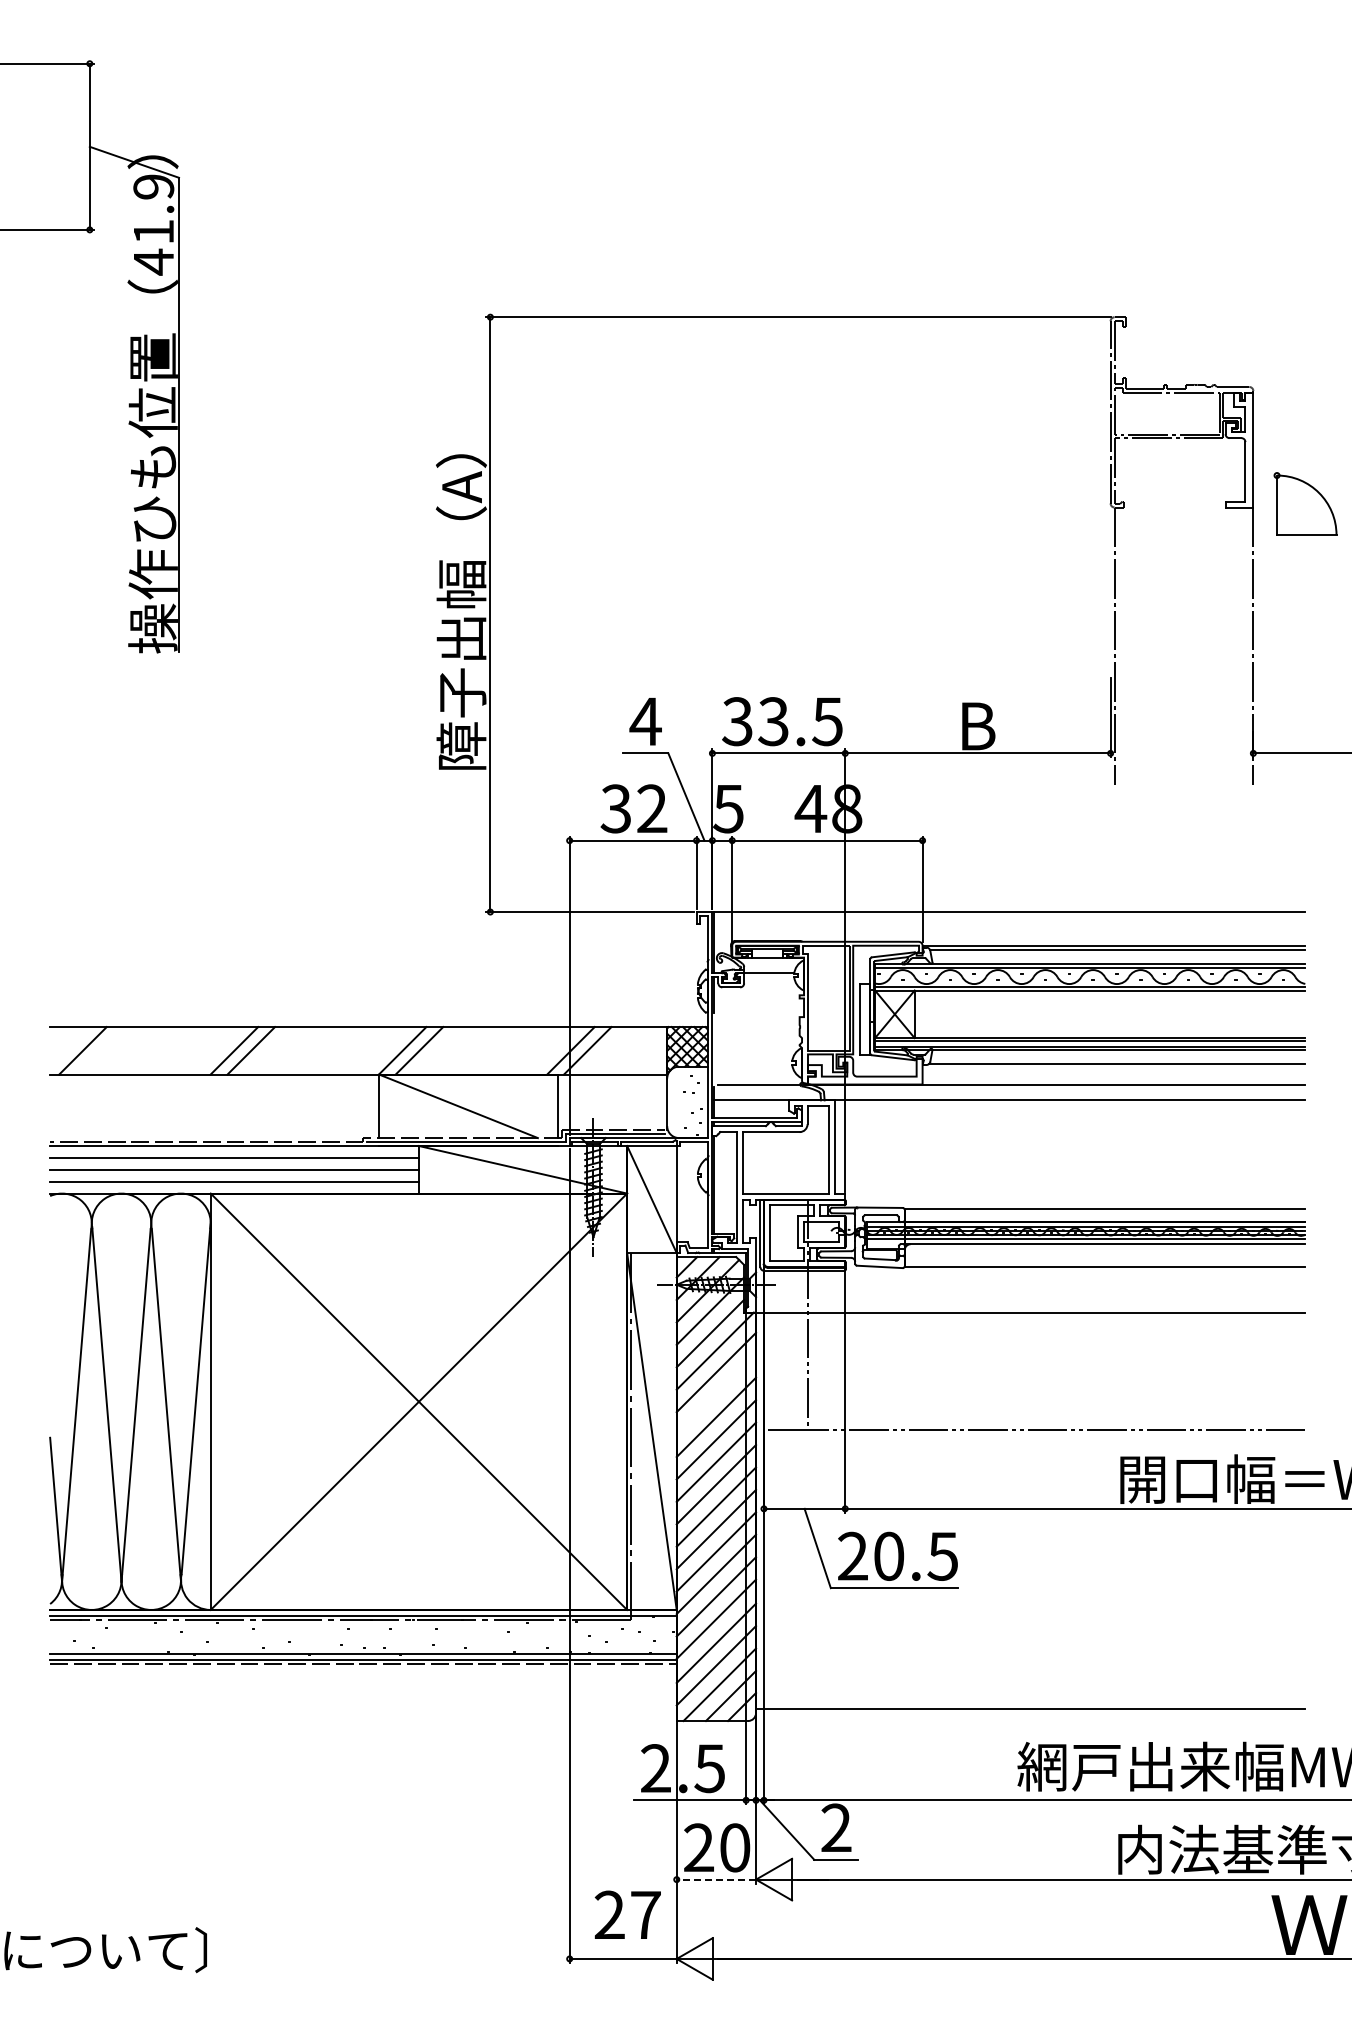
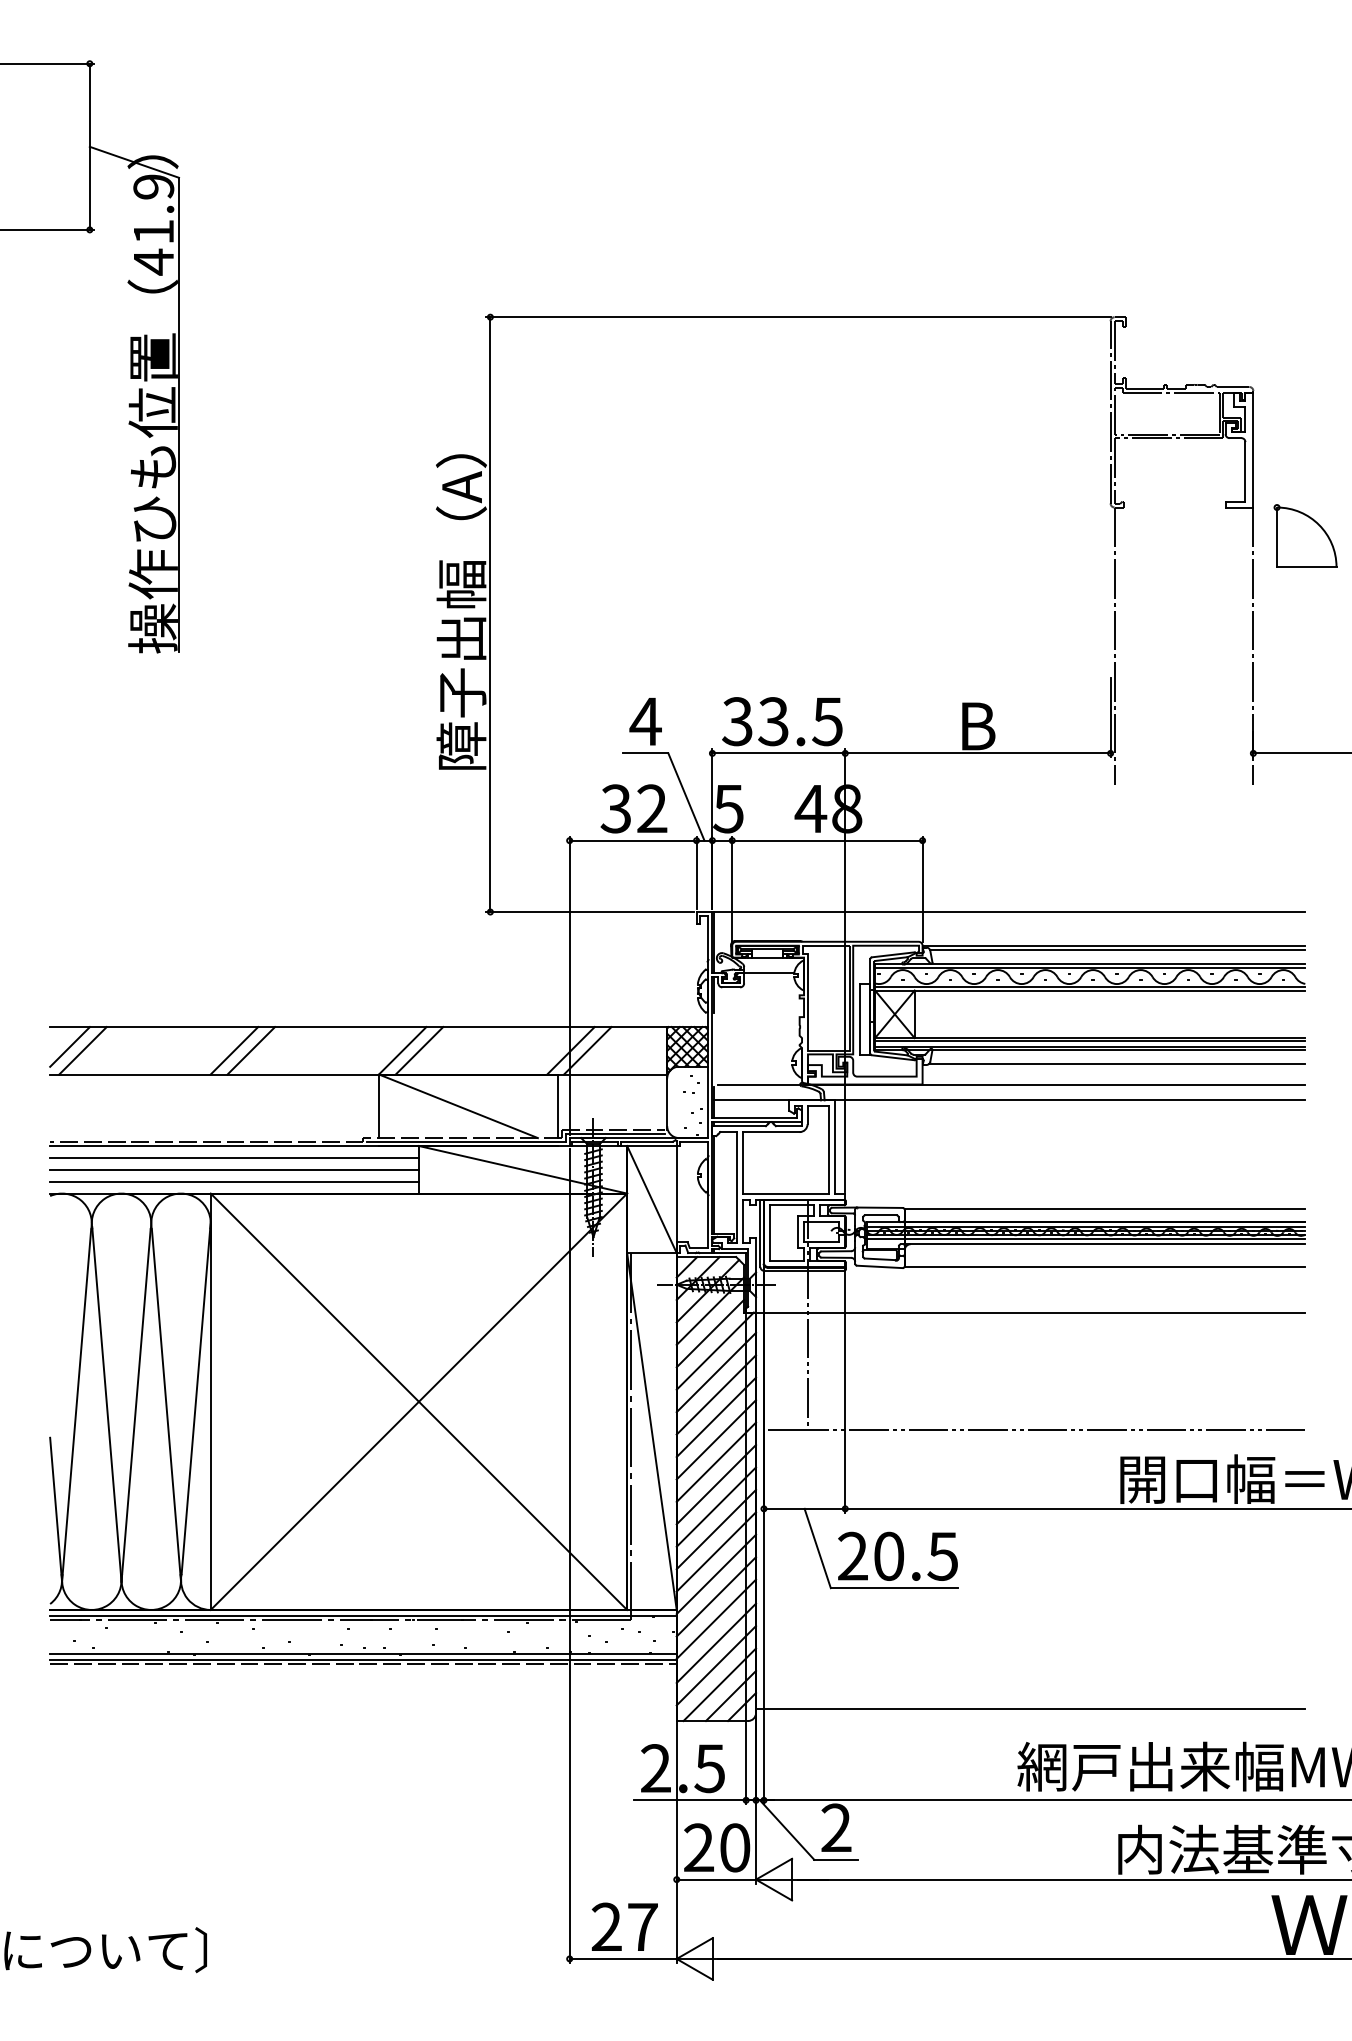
part at (1305, 503) position: (1305, 503) -> (1305, 535)
line at (69, 1046): none -> present
line at (716, 1394): none -> present
line at (716, 1879): dashed -> solid
text at (627, 1914) position: (627, 1914) -> (624, 1926)
